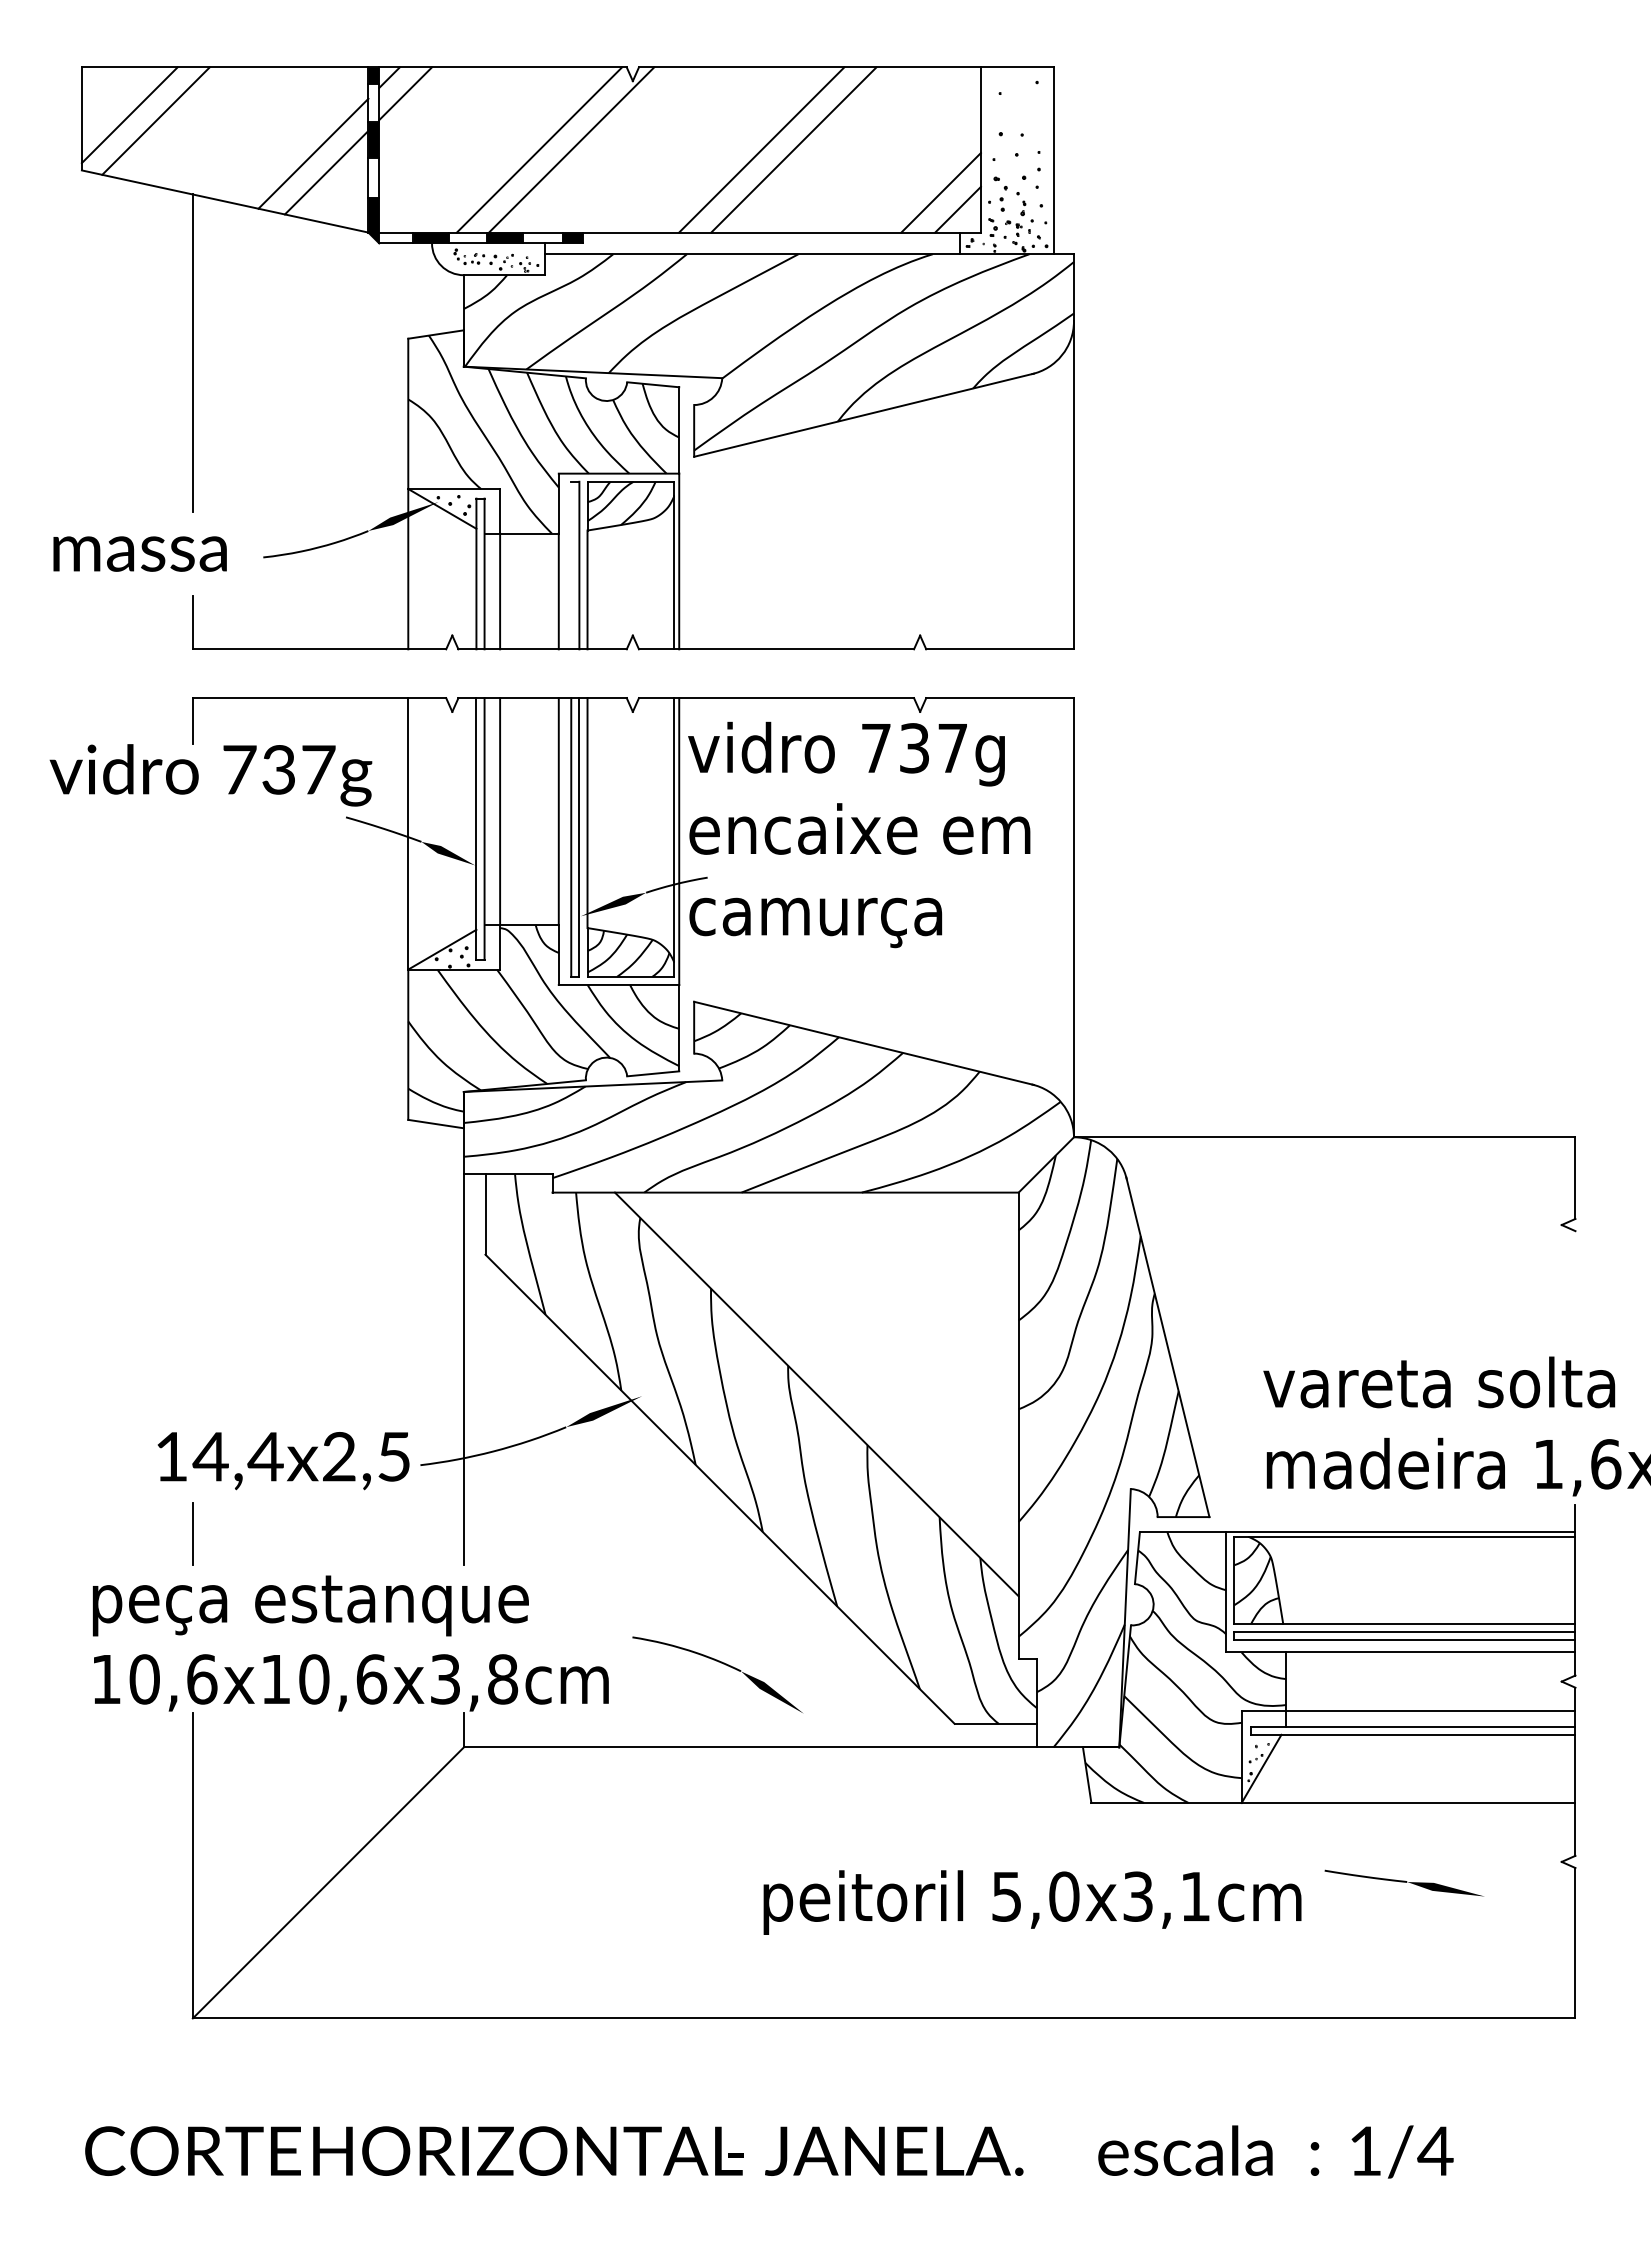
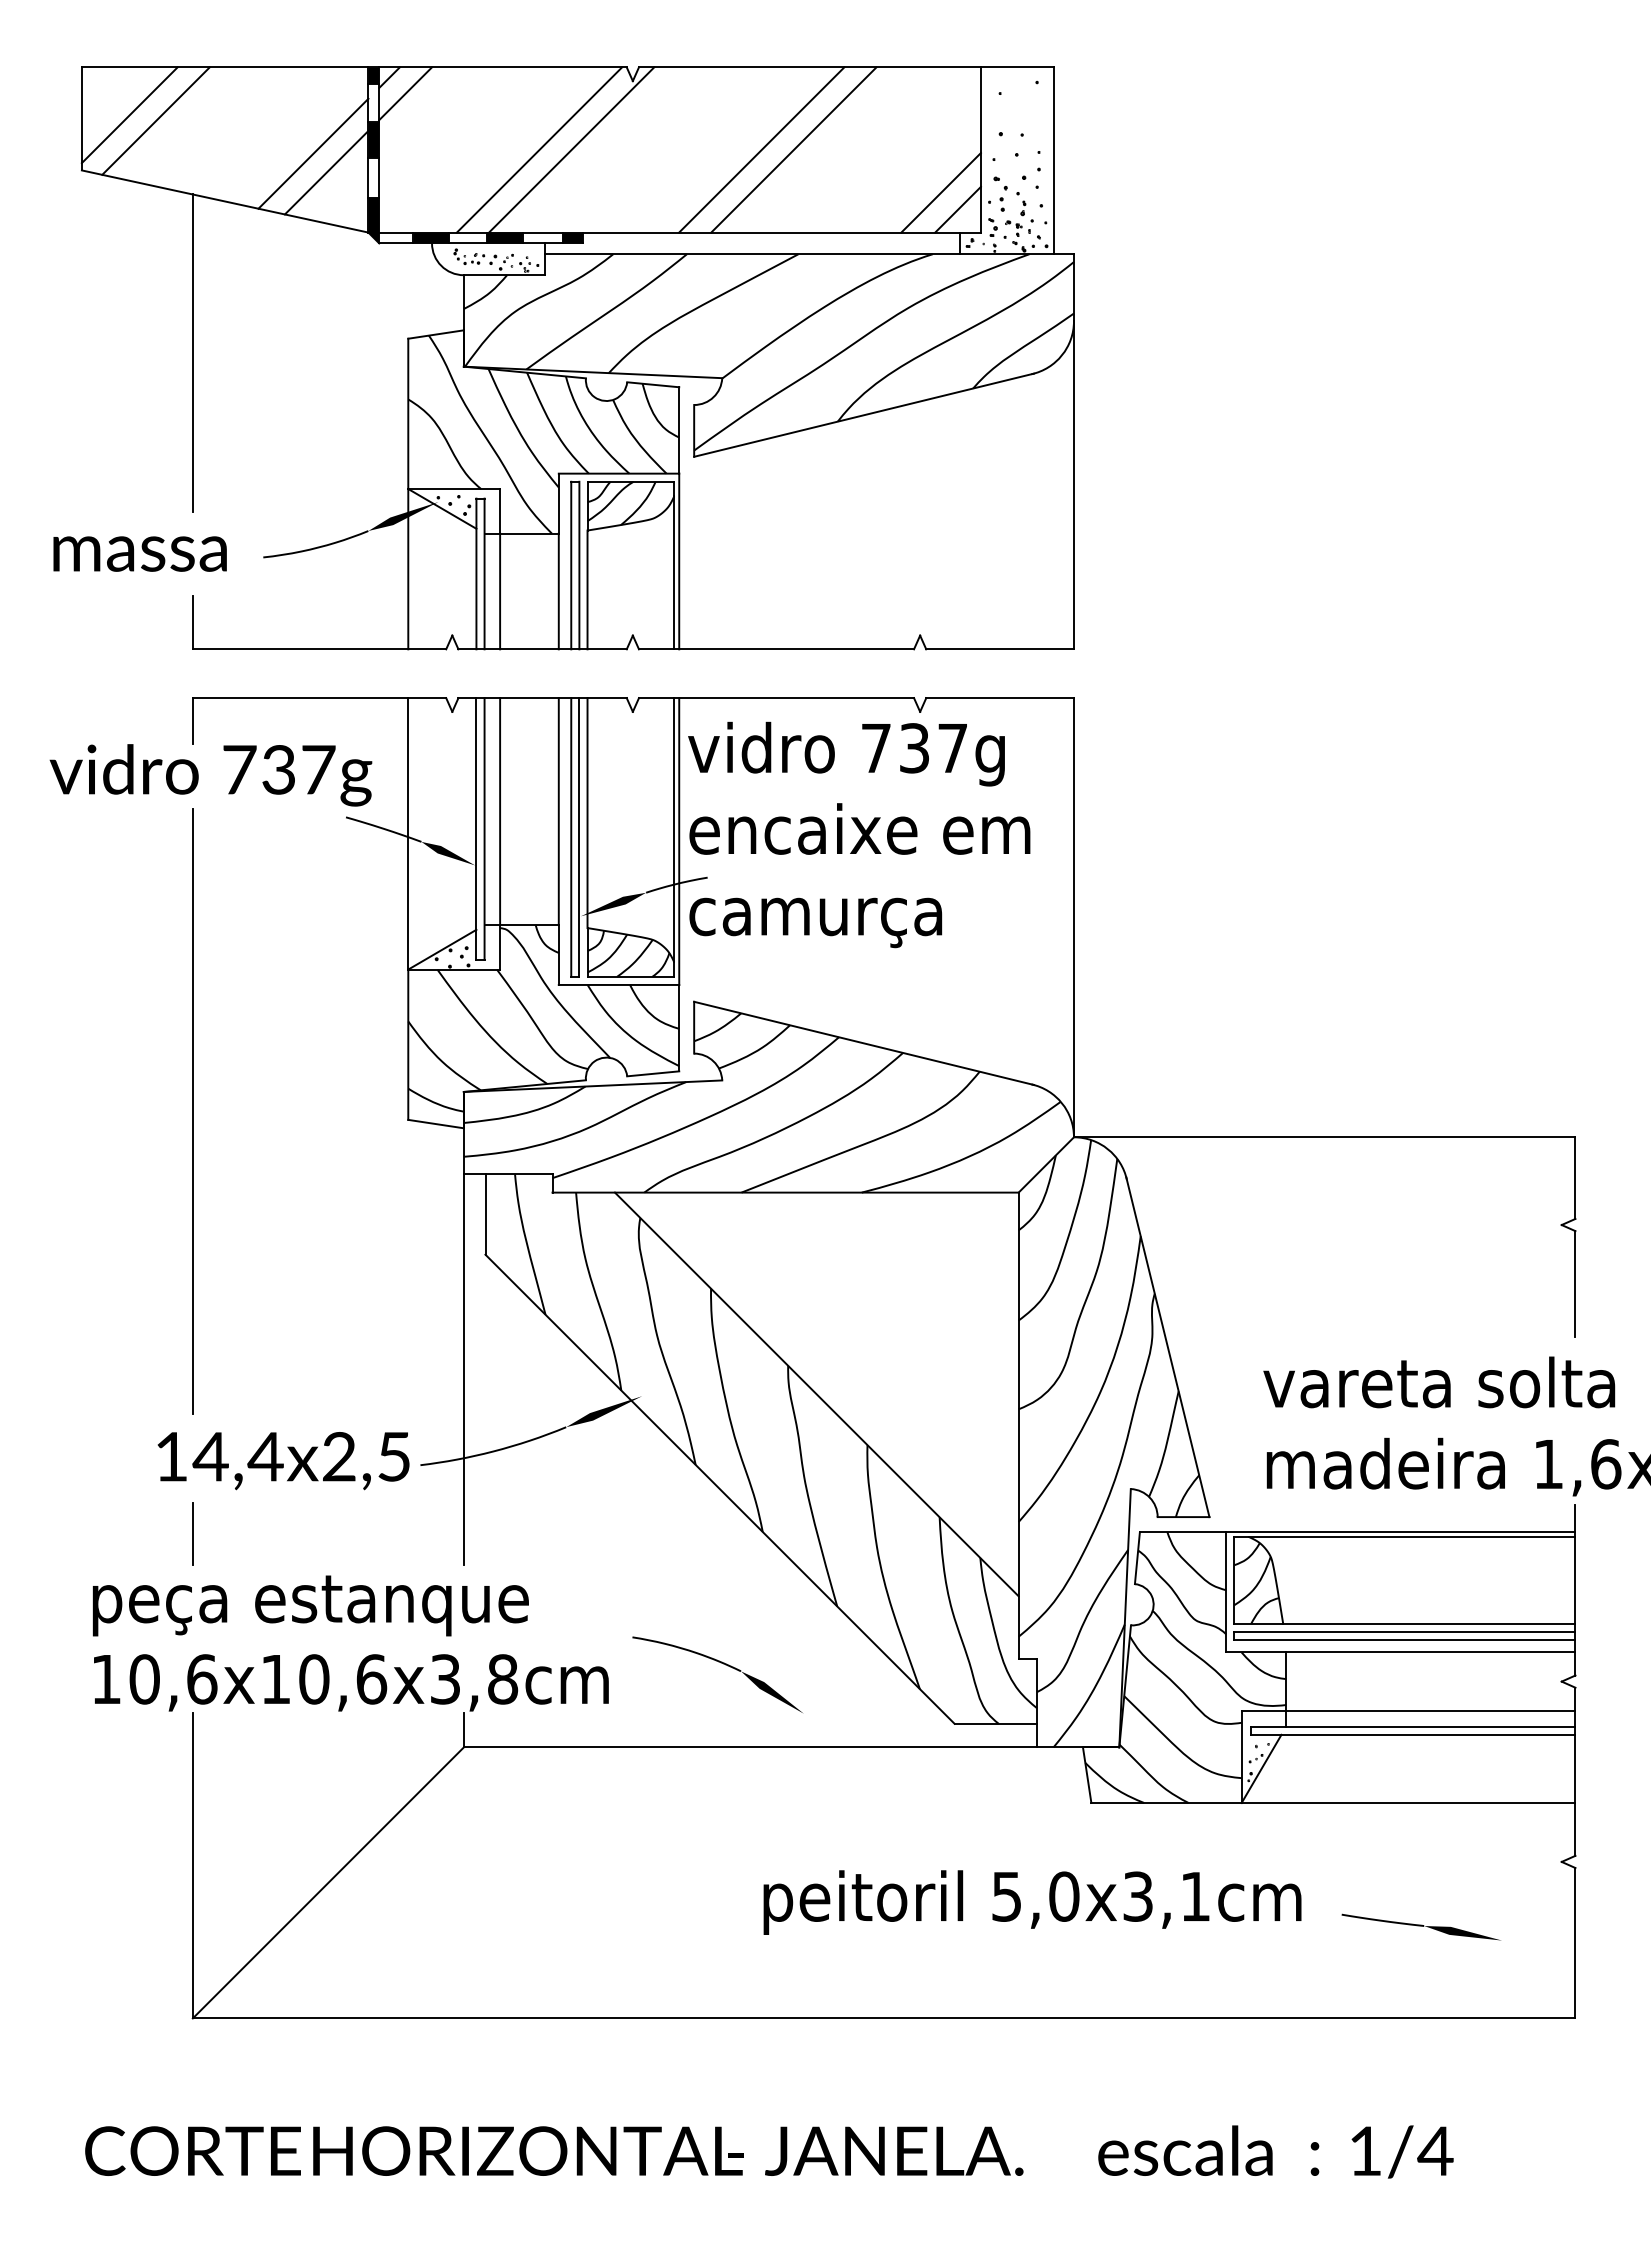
line at (571, 565): none -> present
line at (192, 1111): none -> present
line at (1575, 1284): none -> present
part at (1403, 1882) position: (1403, 1882) -> (1420, 1926)
